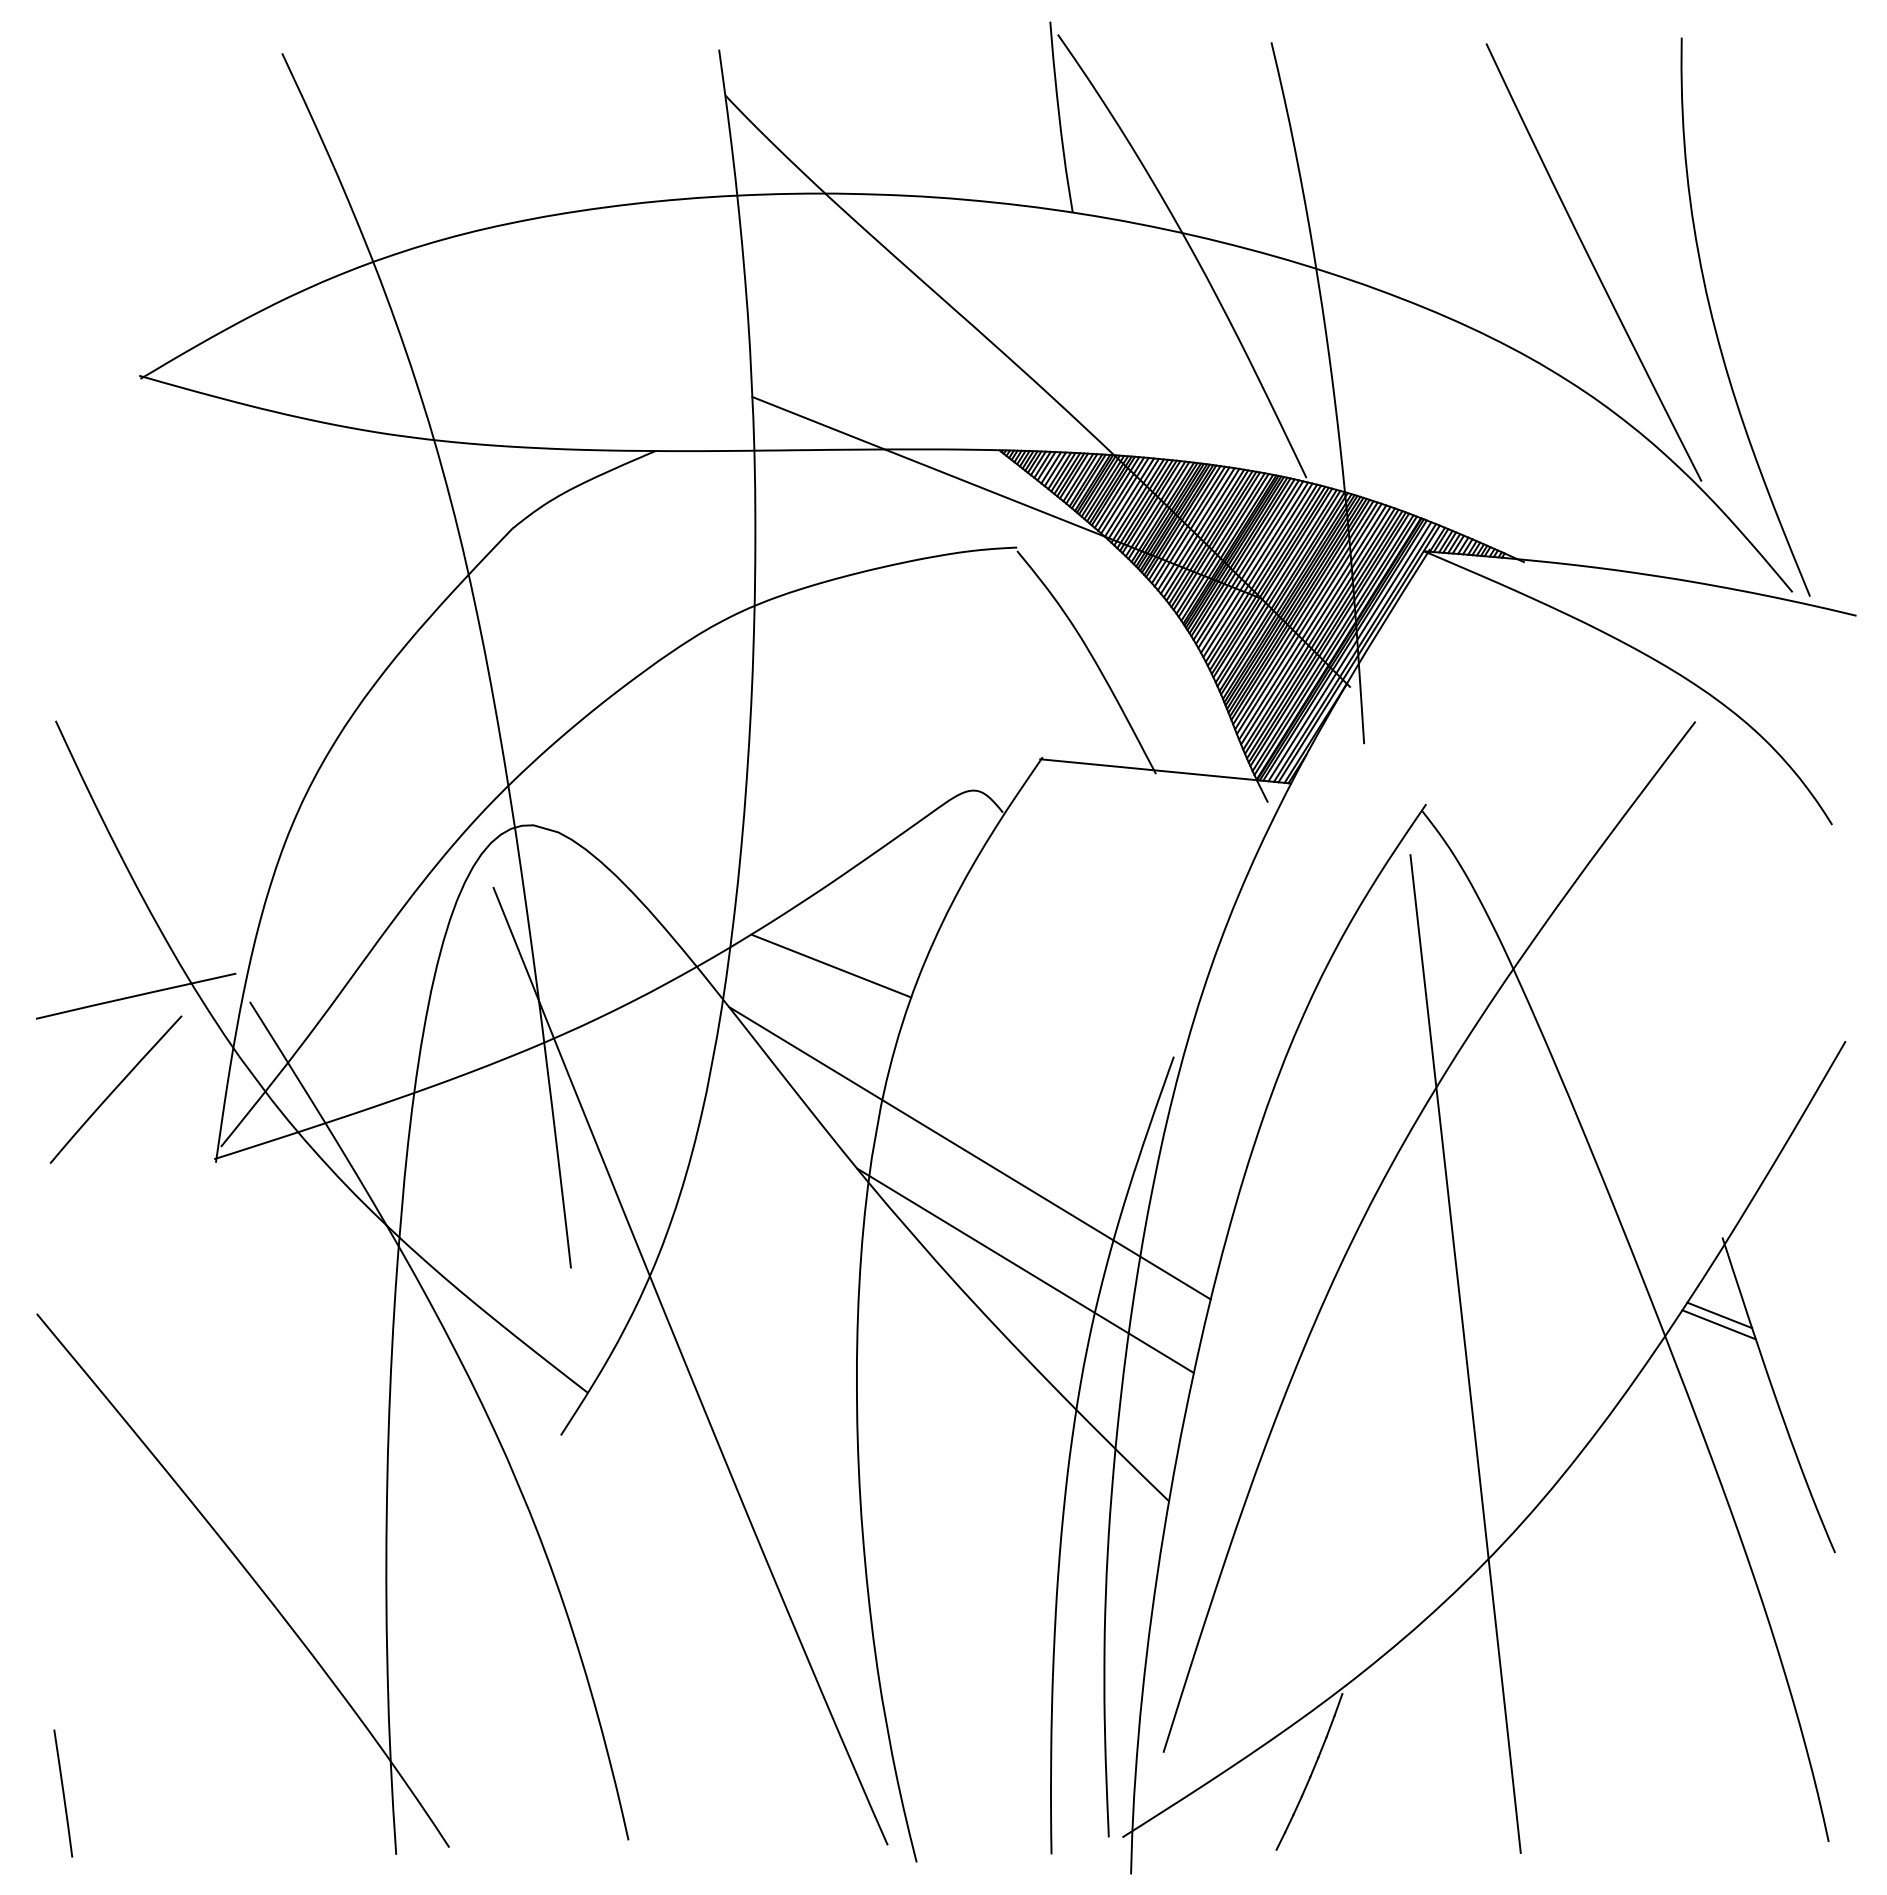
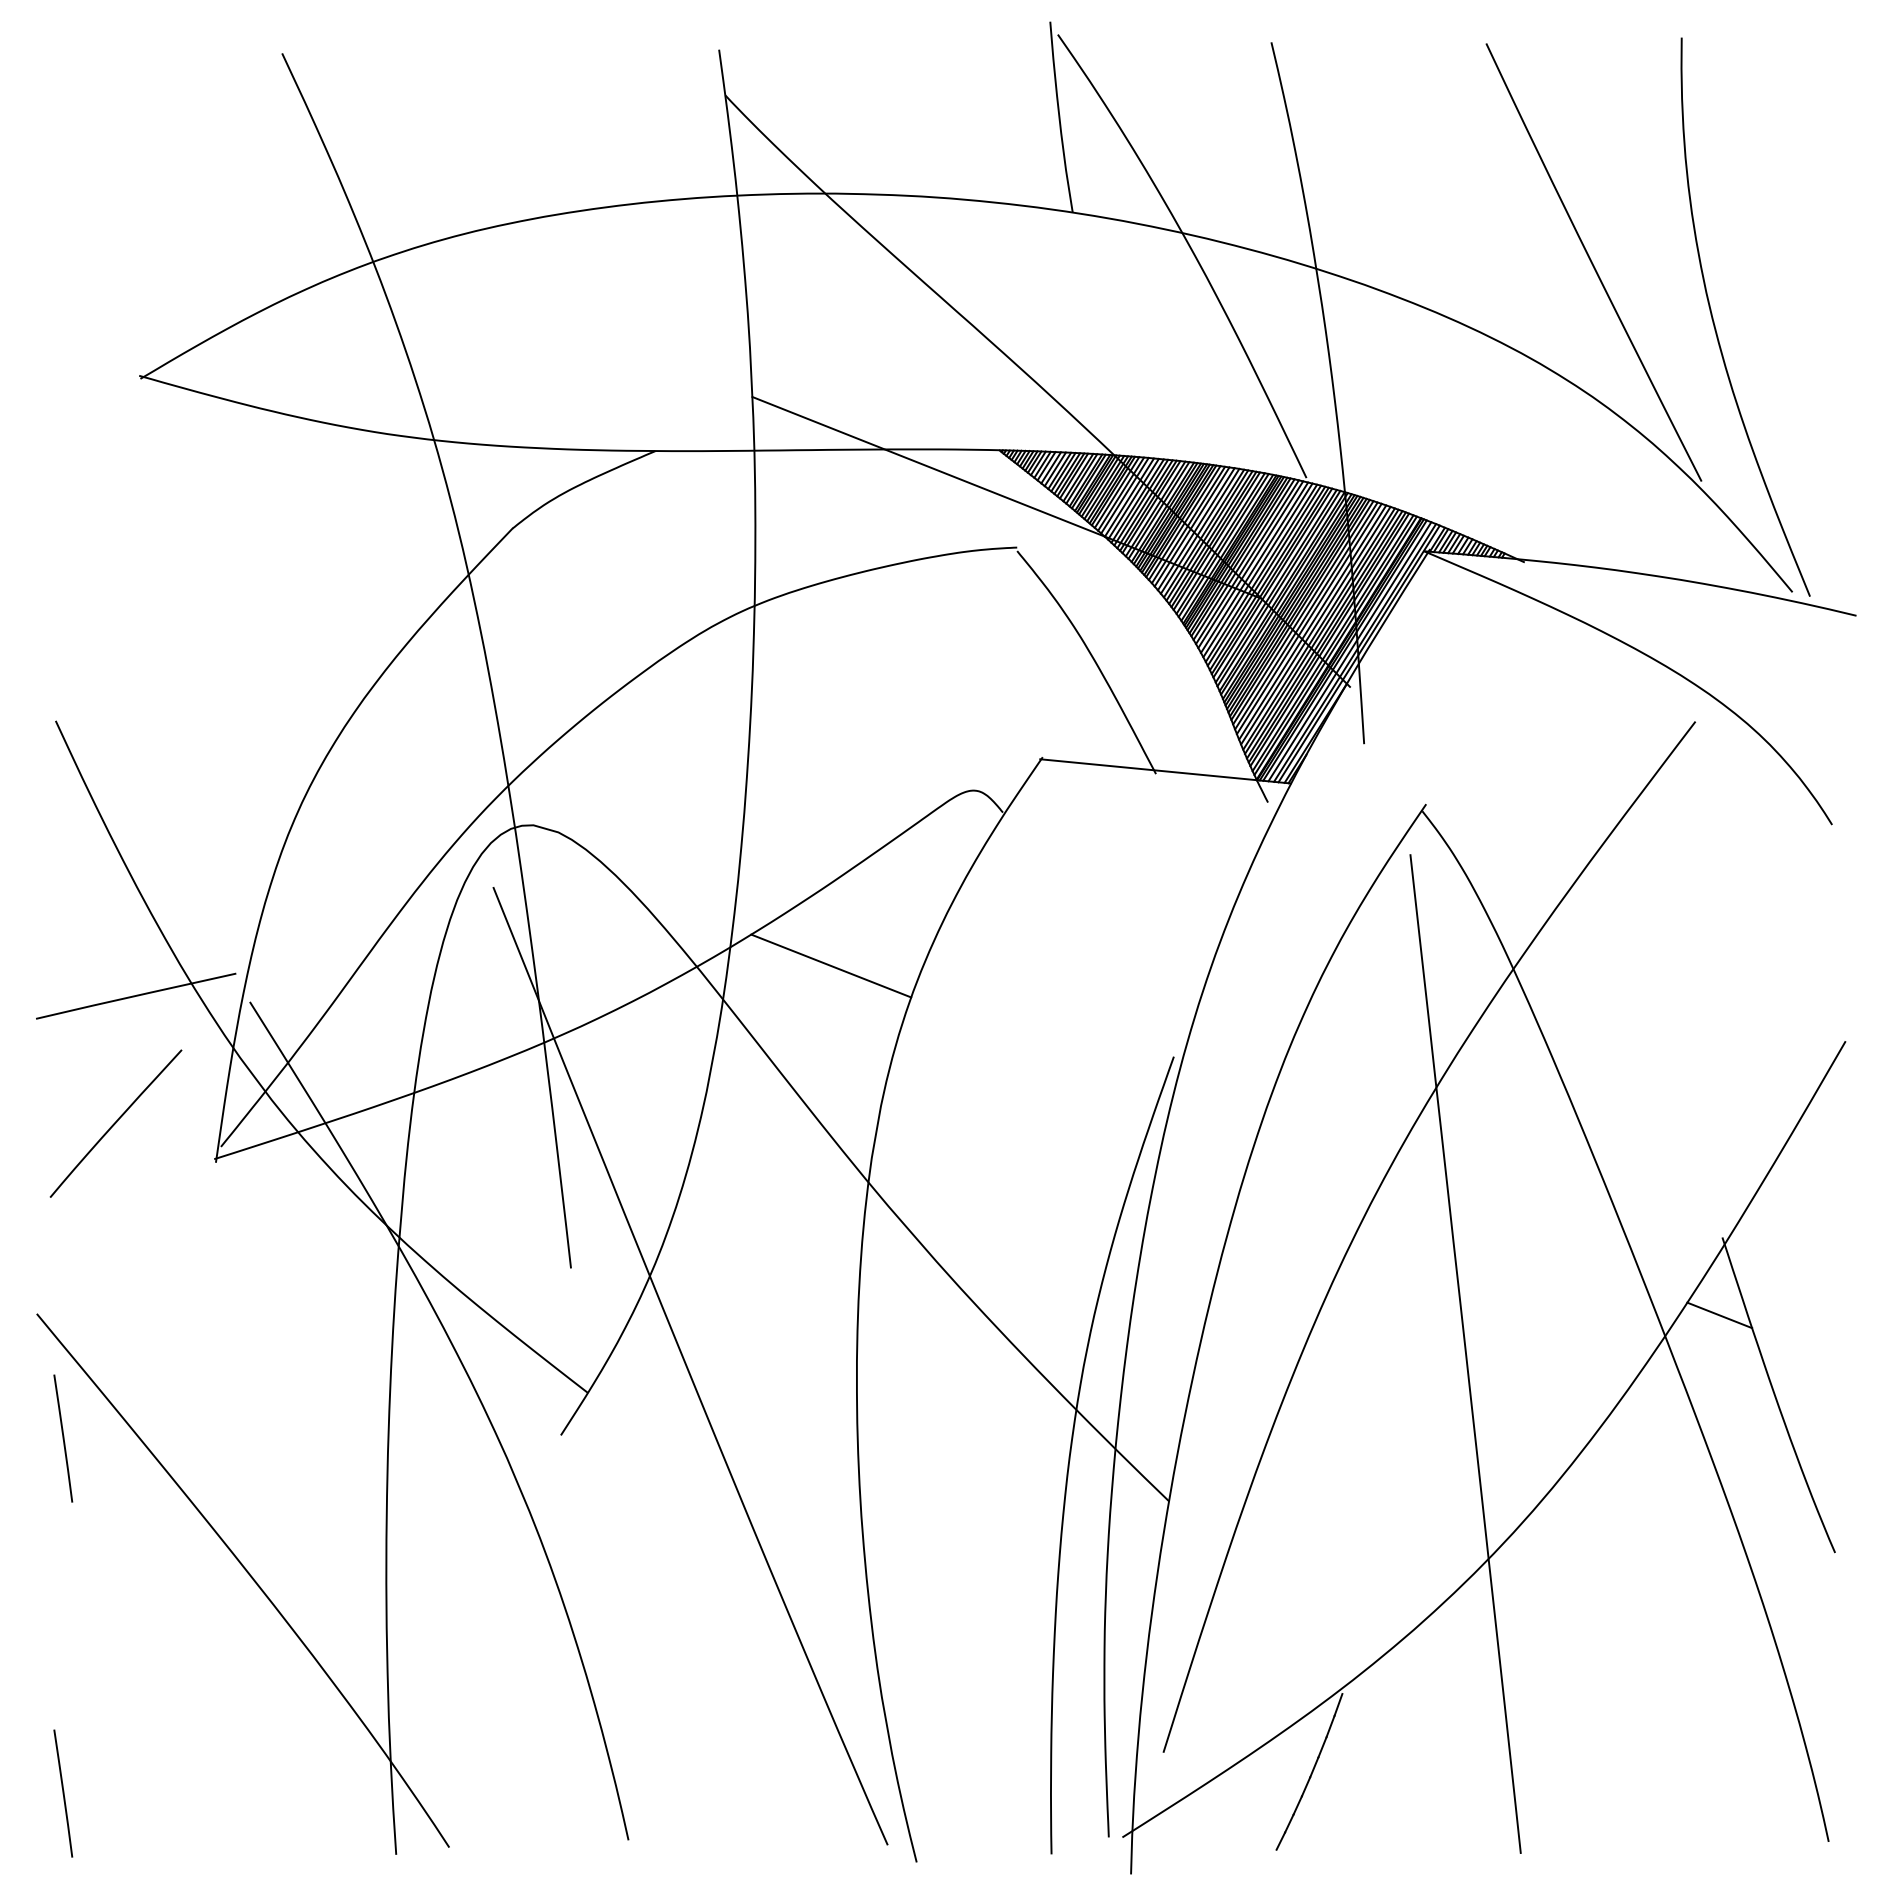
curve at (115, 1089) position: (115, 1089) -> (115, 1123)
line at (969, 1153): present -> none
line at (1025, 1270): present -> none
line at (1718, 1324): present -> none
line at (63, 1438): none -> present
